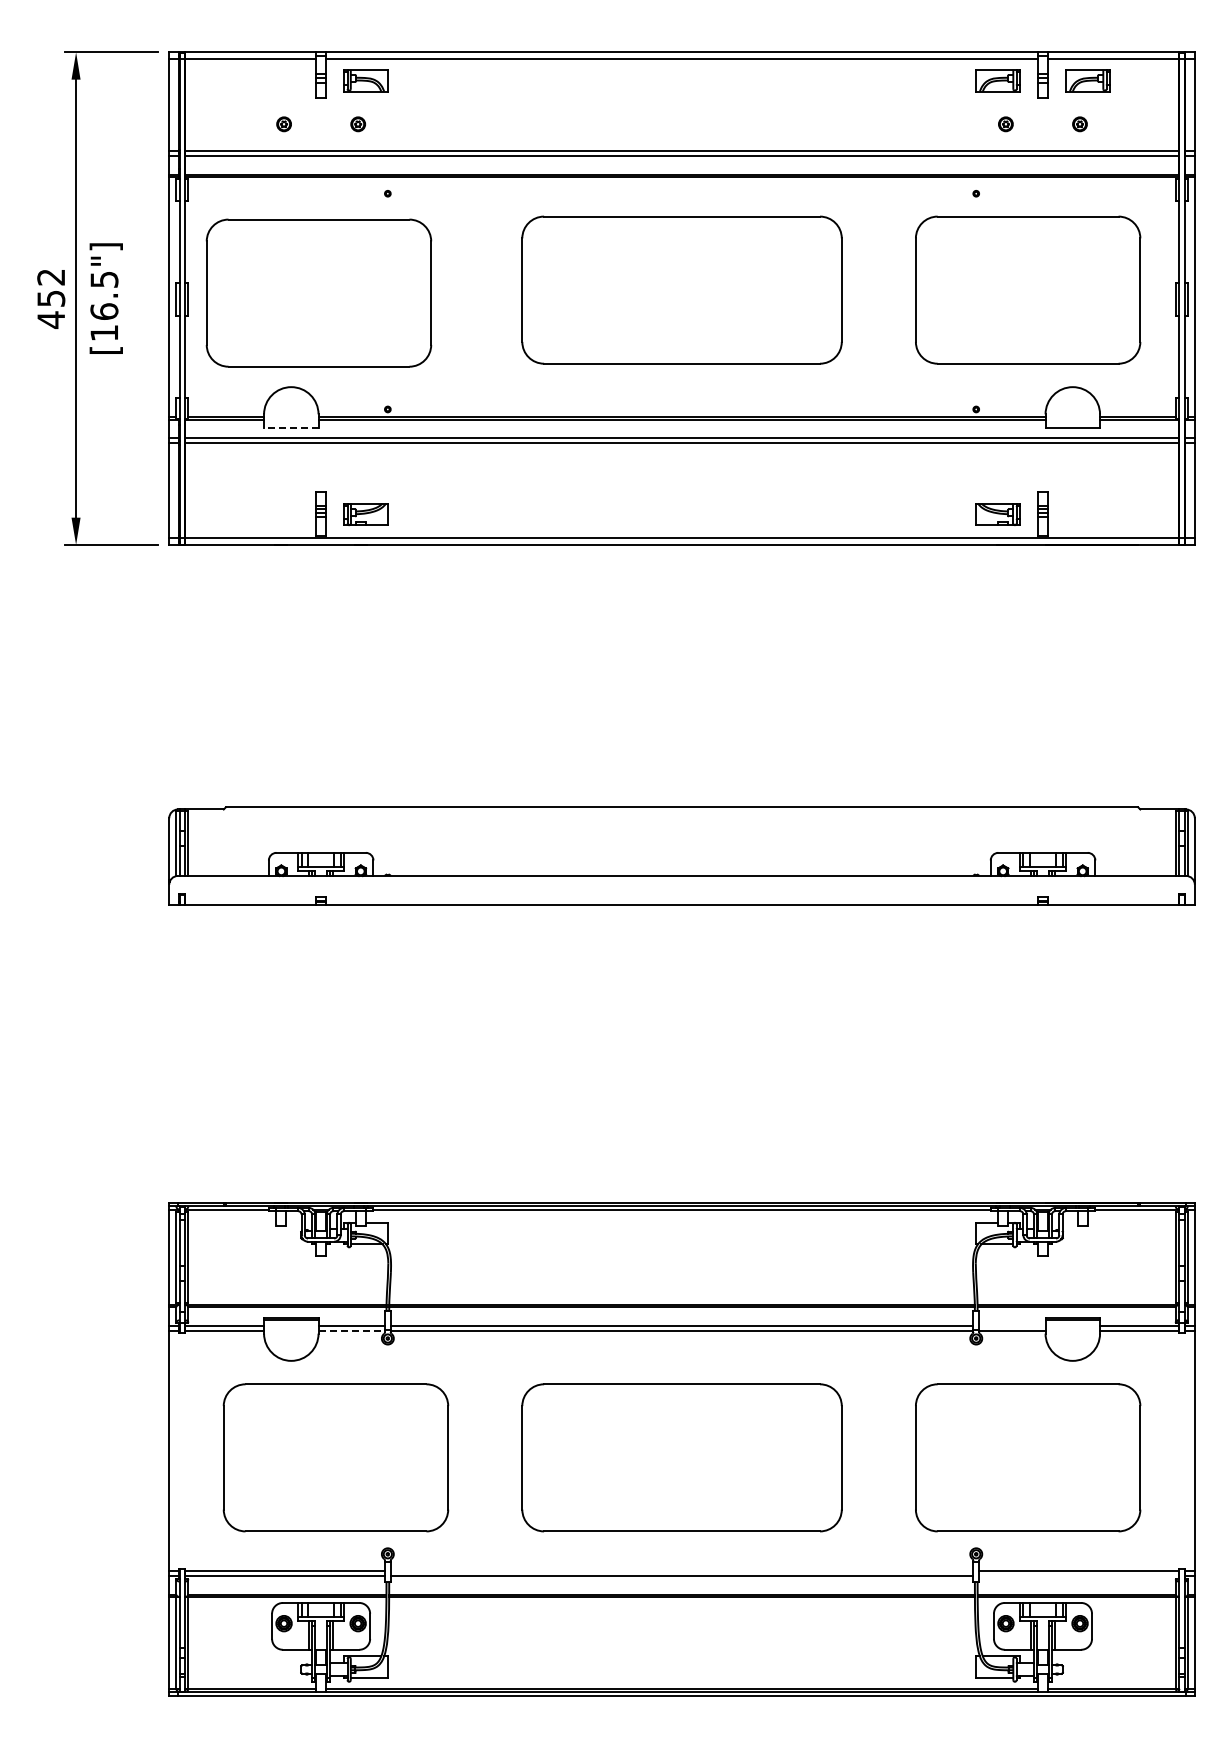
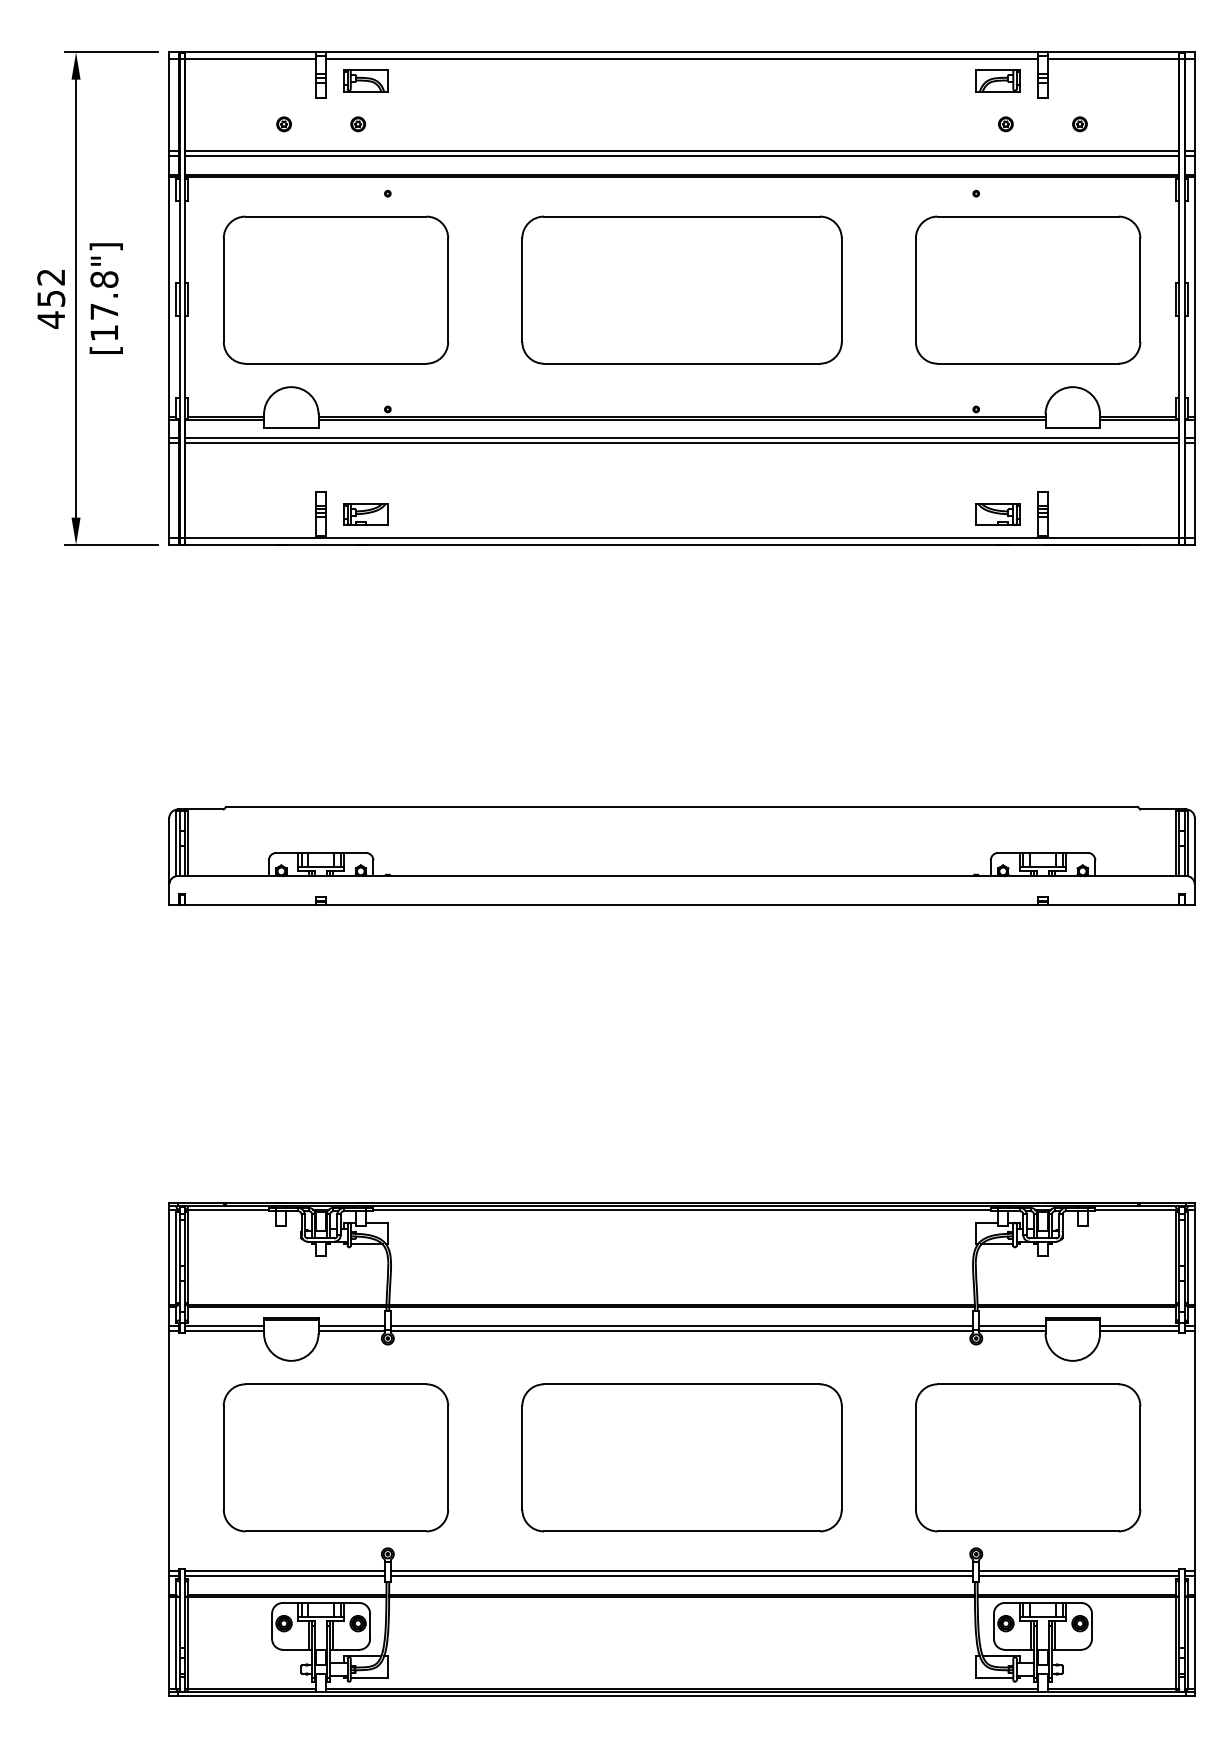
part at (1087, 80): present -> none
part at (318, 292) position: (318, 292) -> (335, 289)
text at (104, 295): [16.5"] -> [17.8"]
line at (290, 427): dashed -> solid
line at (1012, 1326): none -> present
line at (352, 1330): dashed -> solid
line at (681, 1571): none -> present
line at (1078, 1575): none -> present
